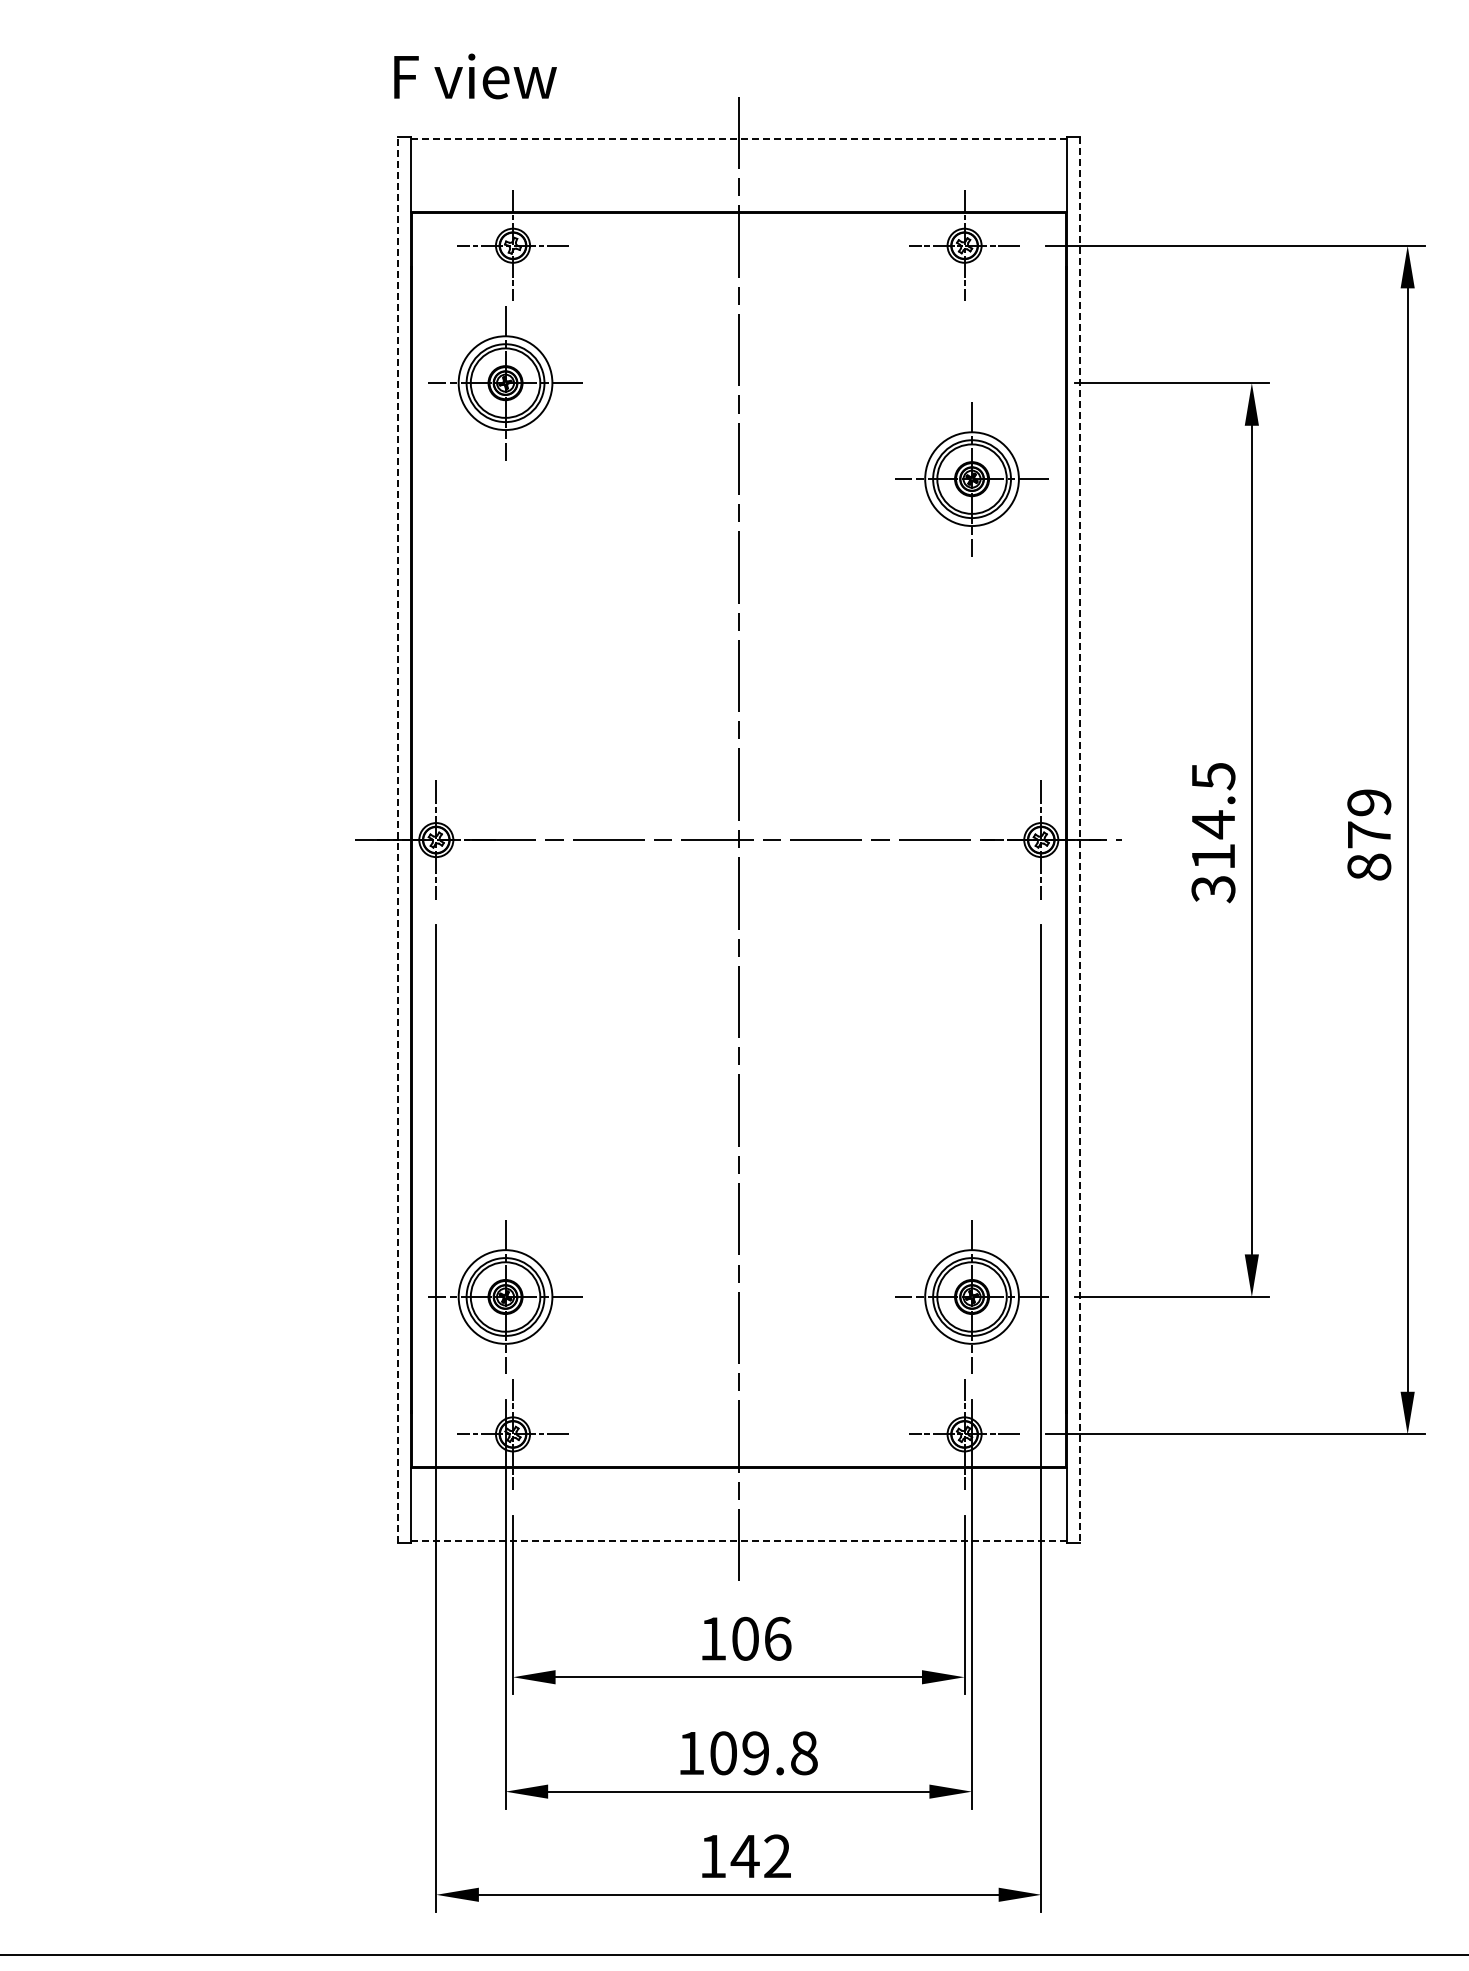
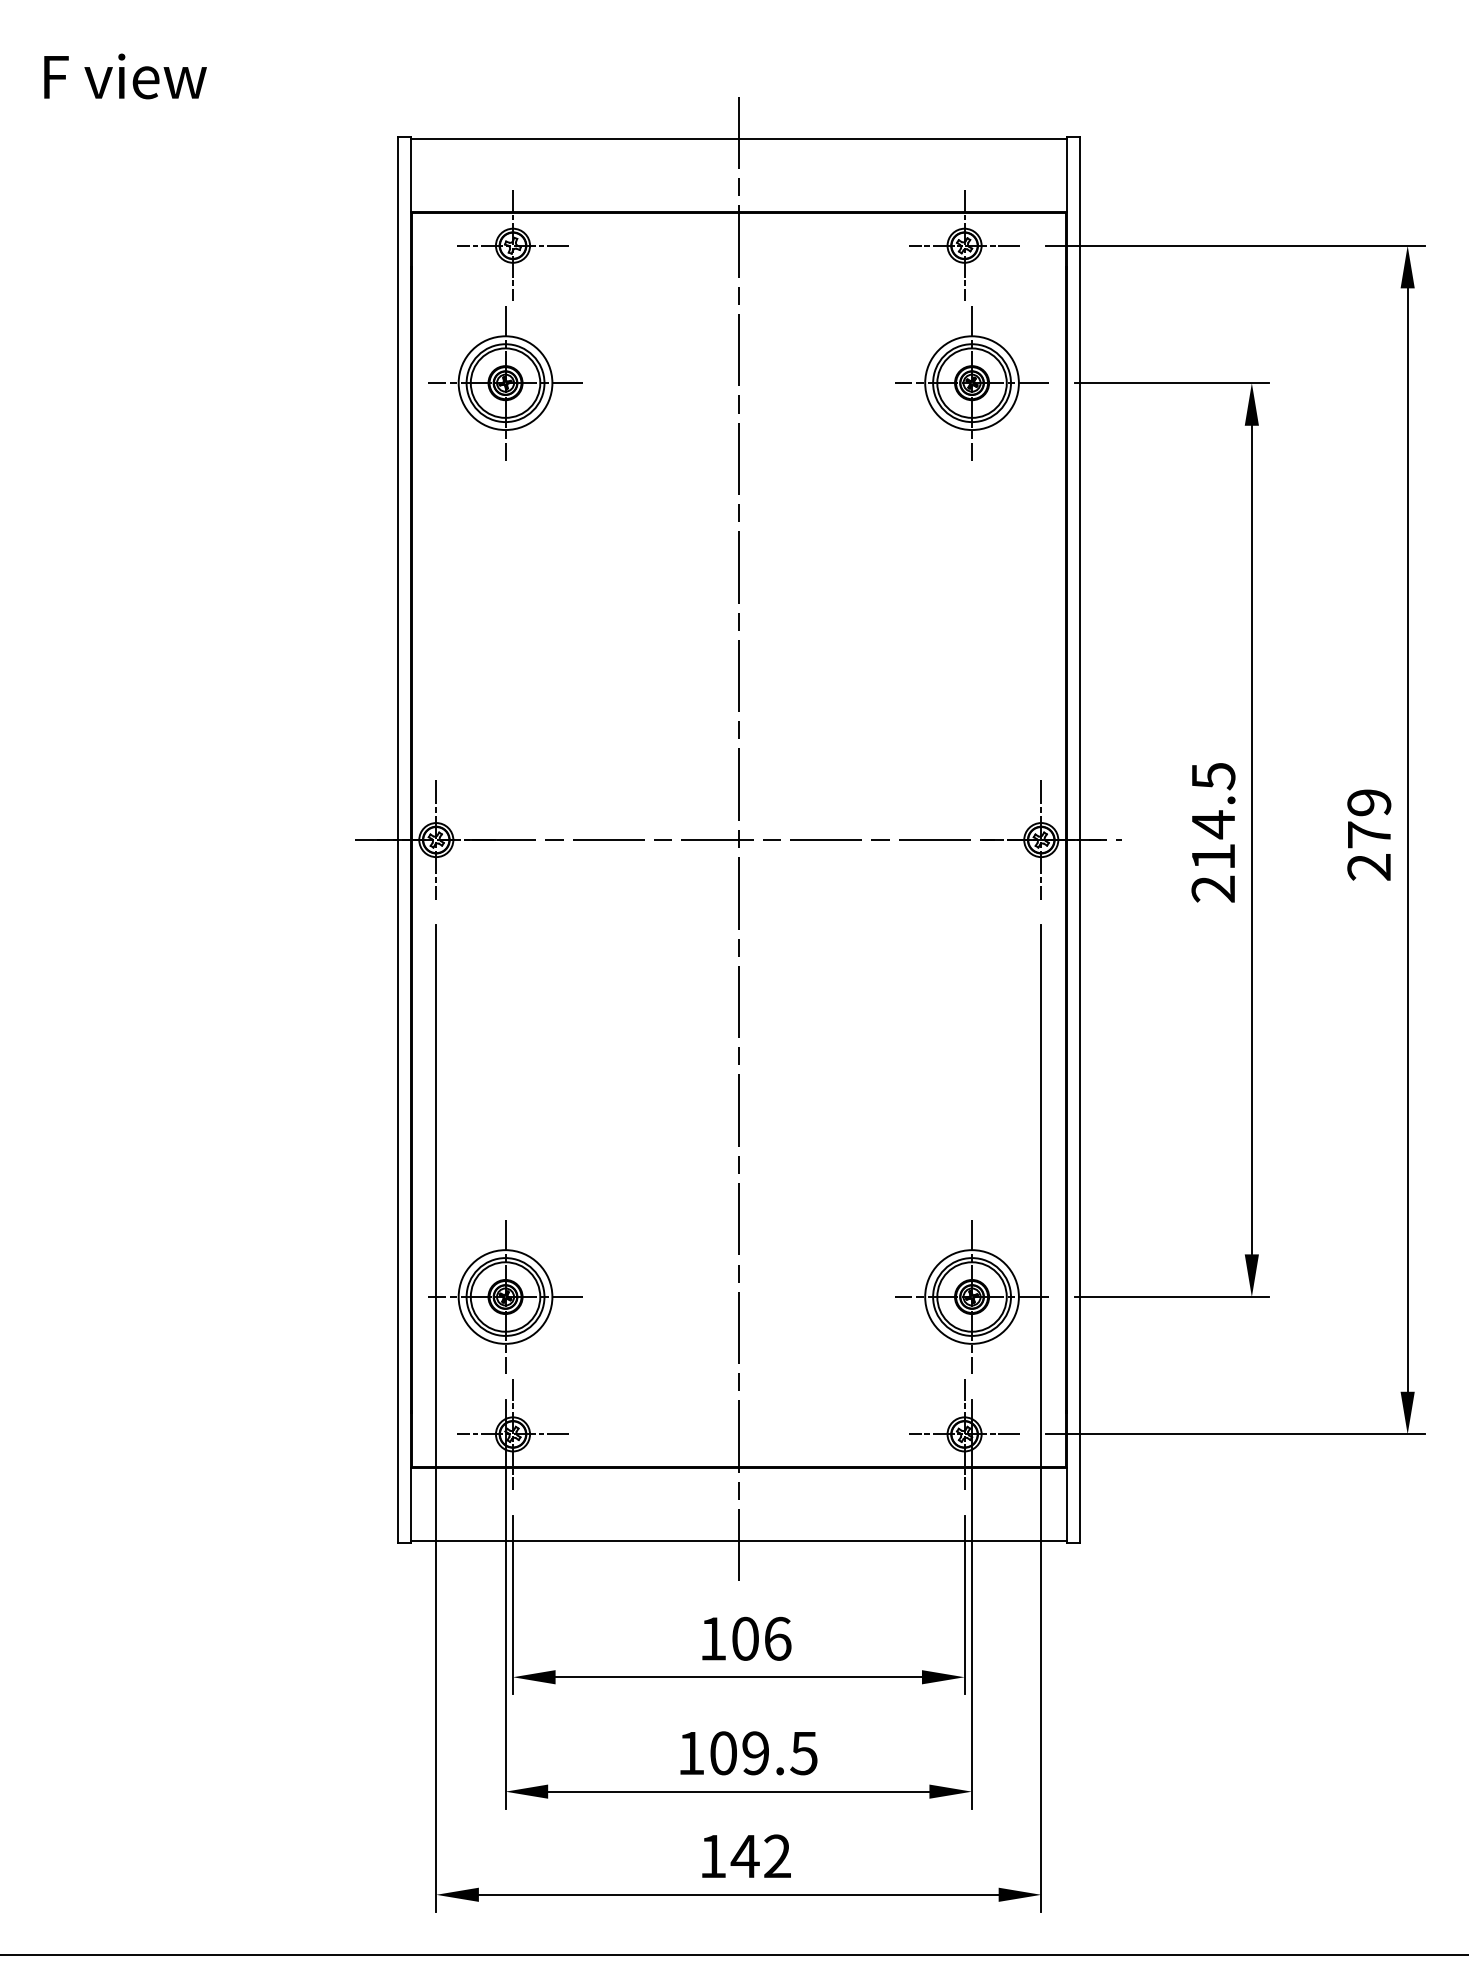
text at (475, 76) position: (475, 76) -> (125, 76)
line at (739, 139): dashed -> solid
part at (971, 479) position: (971, 479) -> (971, 383)
line at (397, 840): dashed -> solid
line at (1079, 840): dashed -> solid
text at (1369, 866): 879 -> 279
text at (1213, 889): 314.5 -> 214.5
line at (738, 1540): dashed -> solid
text at (803, 1753): 109.8 -> 109.5
